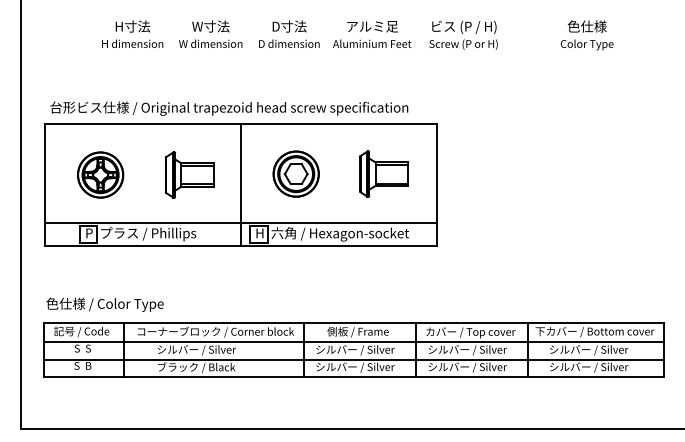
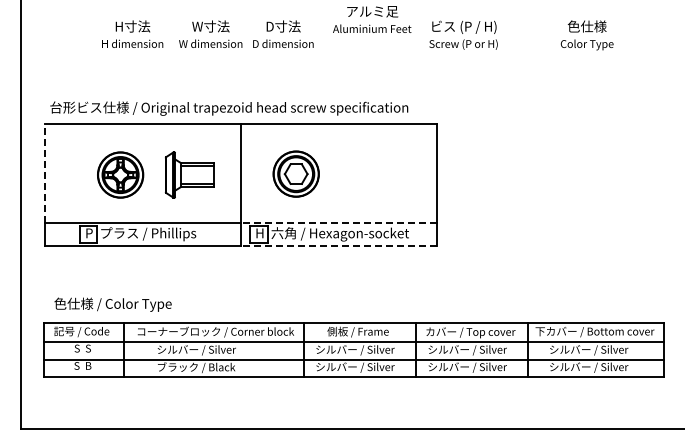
text at (289, 33) position: (289, 33) -> (283, 33)
text at (372, 34) position: (372, 34) -> (372, 19)
line at (45, 173): solid -> dashed
part at (383, 173): present -> none
part at (100, 174) position: (100, 174) -> (120, 174)
line at (338, 223): solid -> dashed
line at (338, 245): solid -> dashed
text at (104, 304) position: (104, 304) -> (112, 304)
